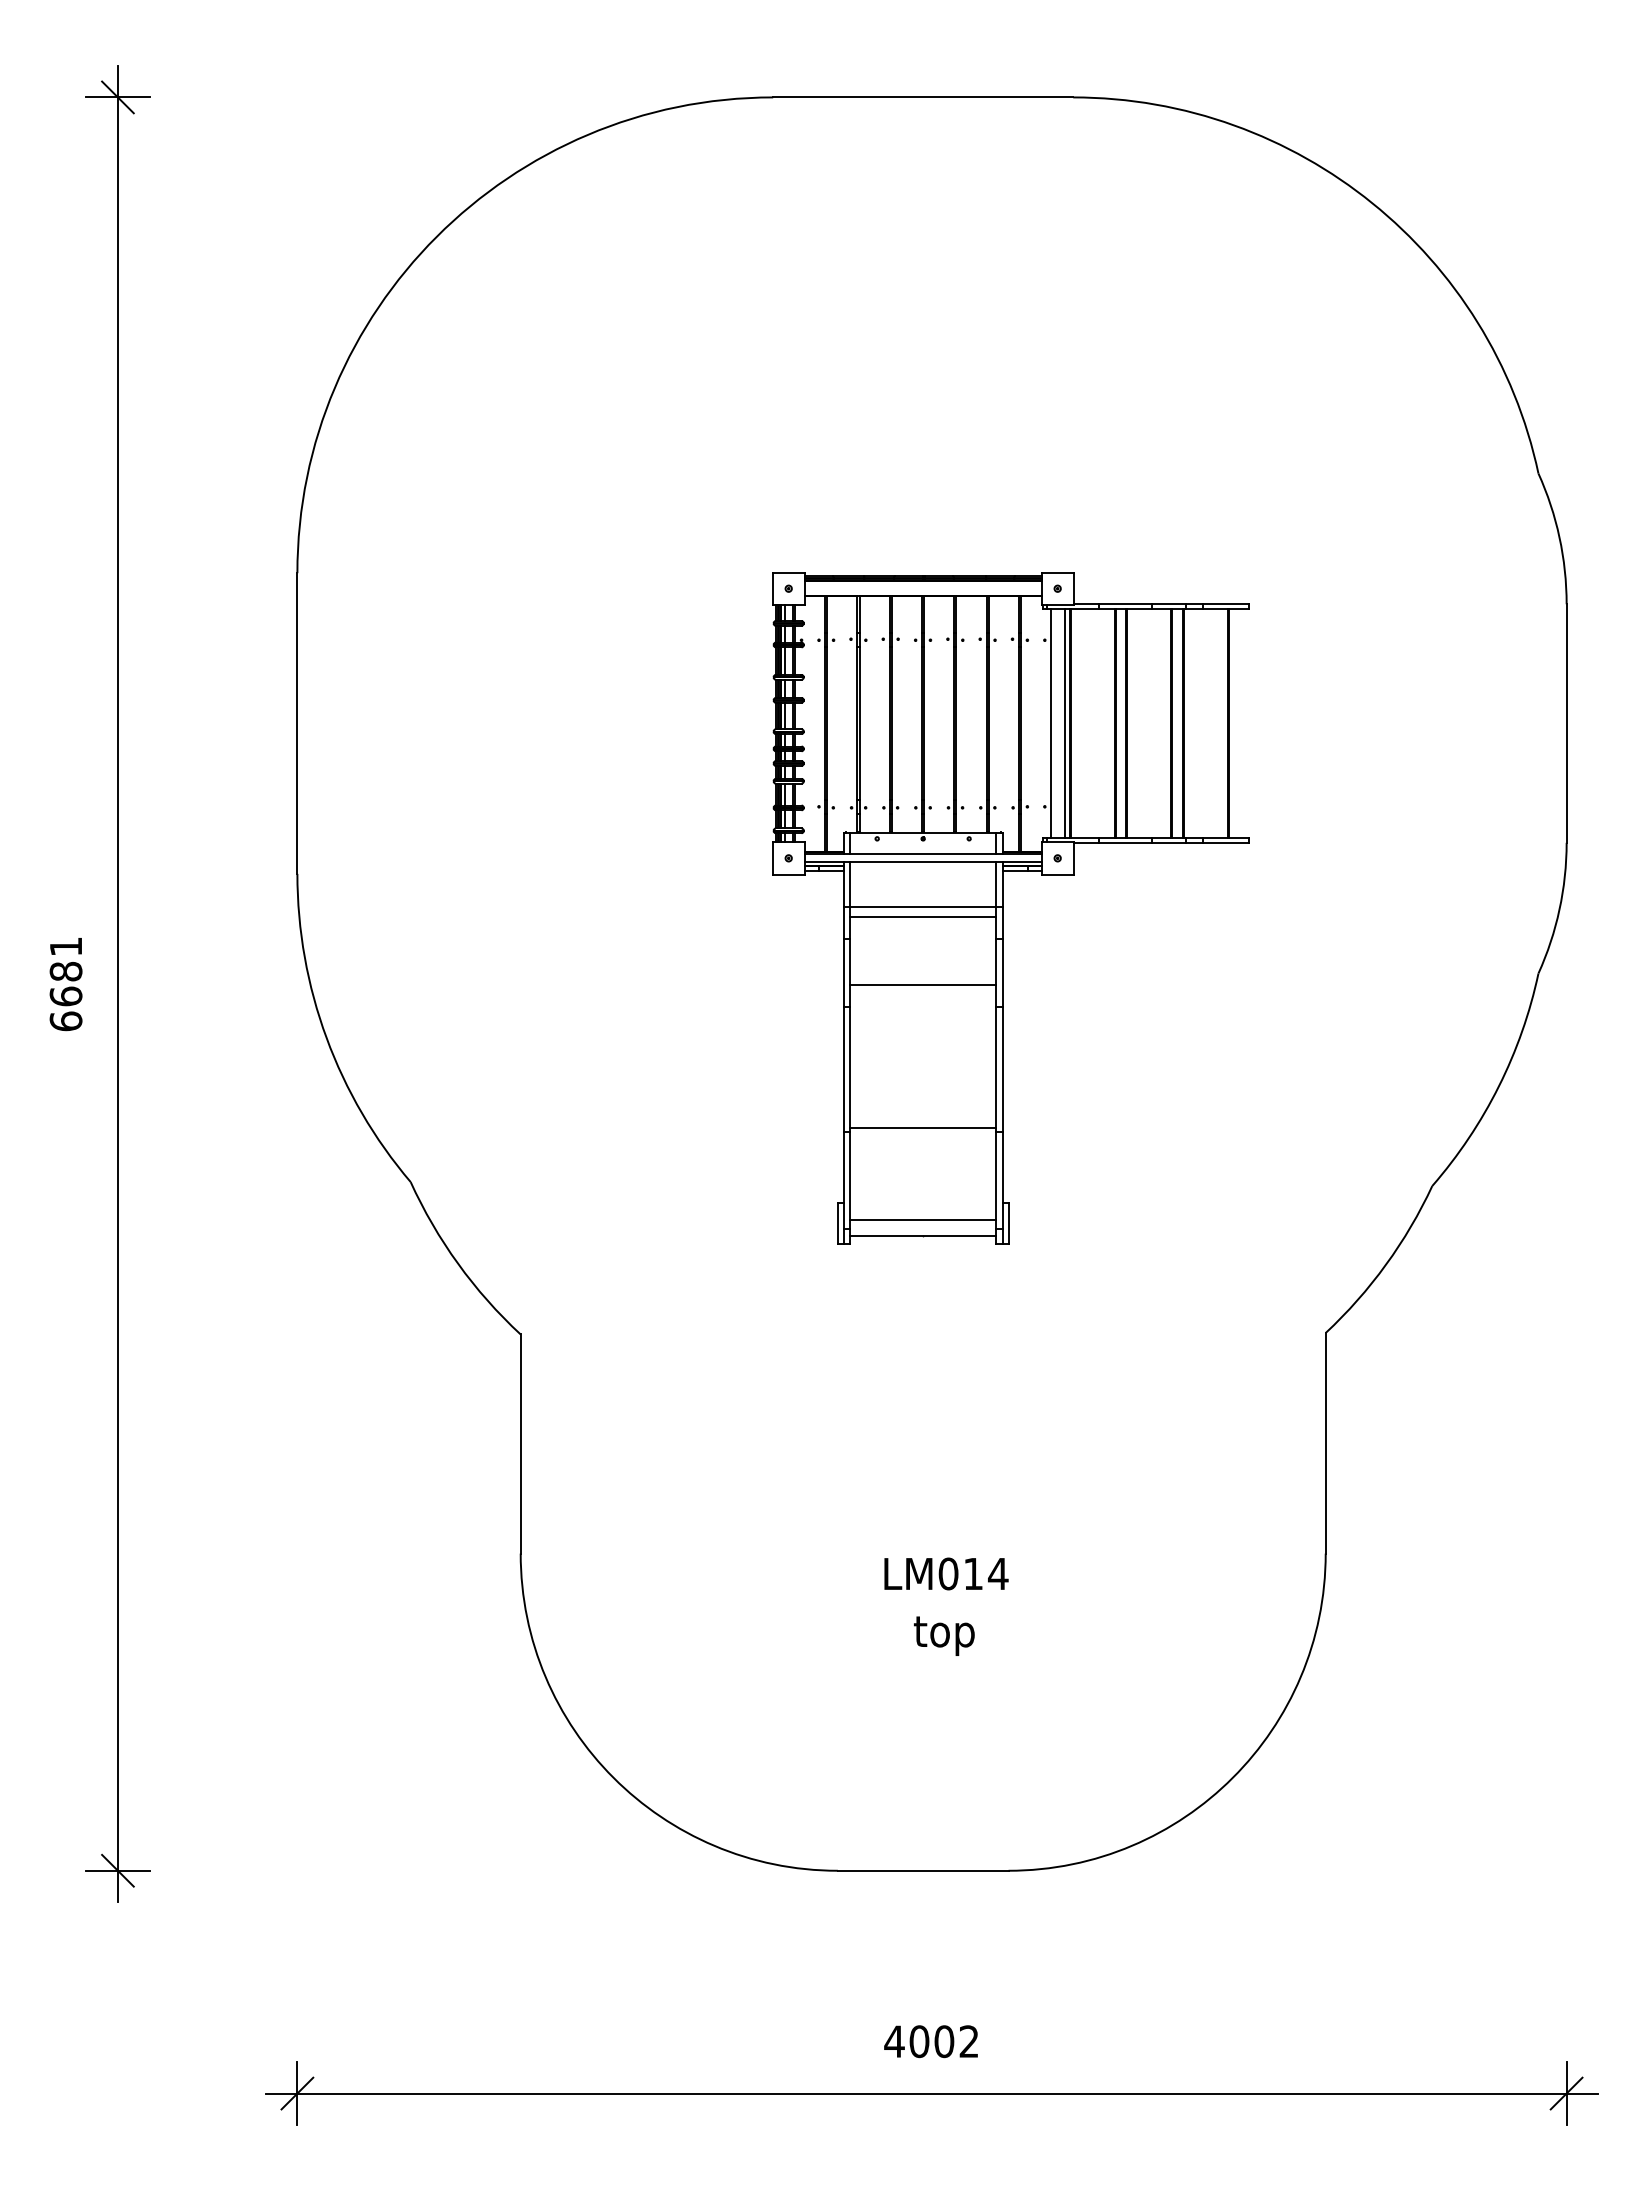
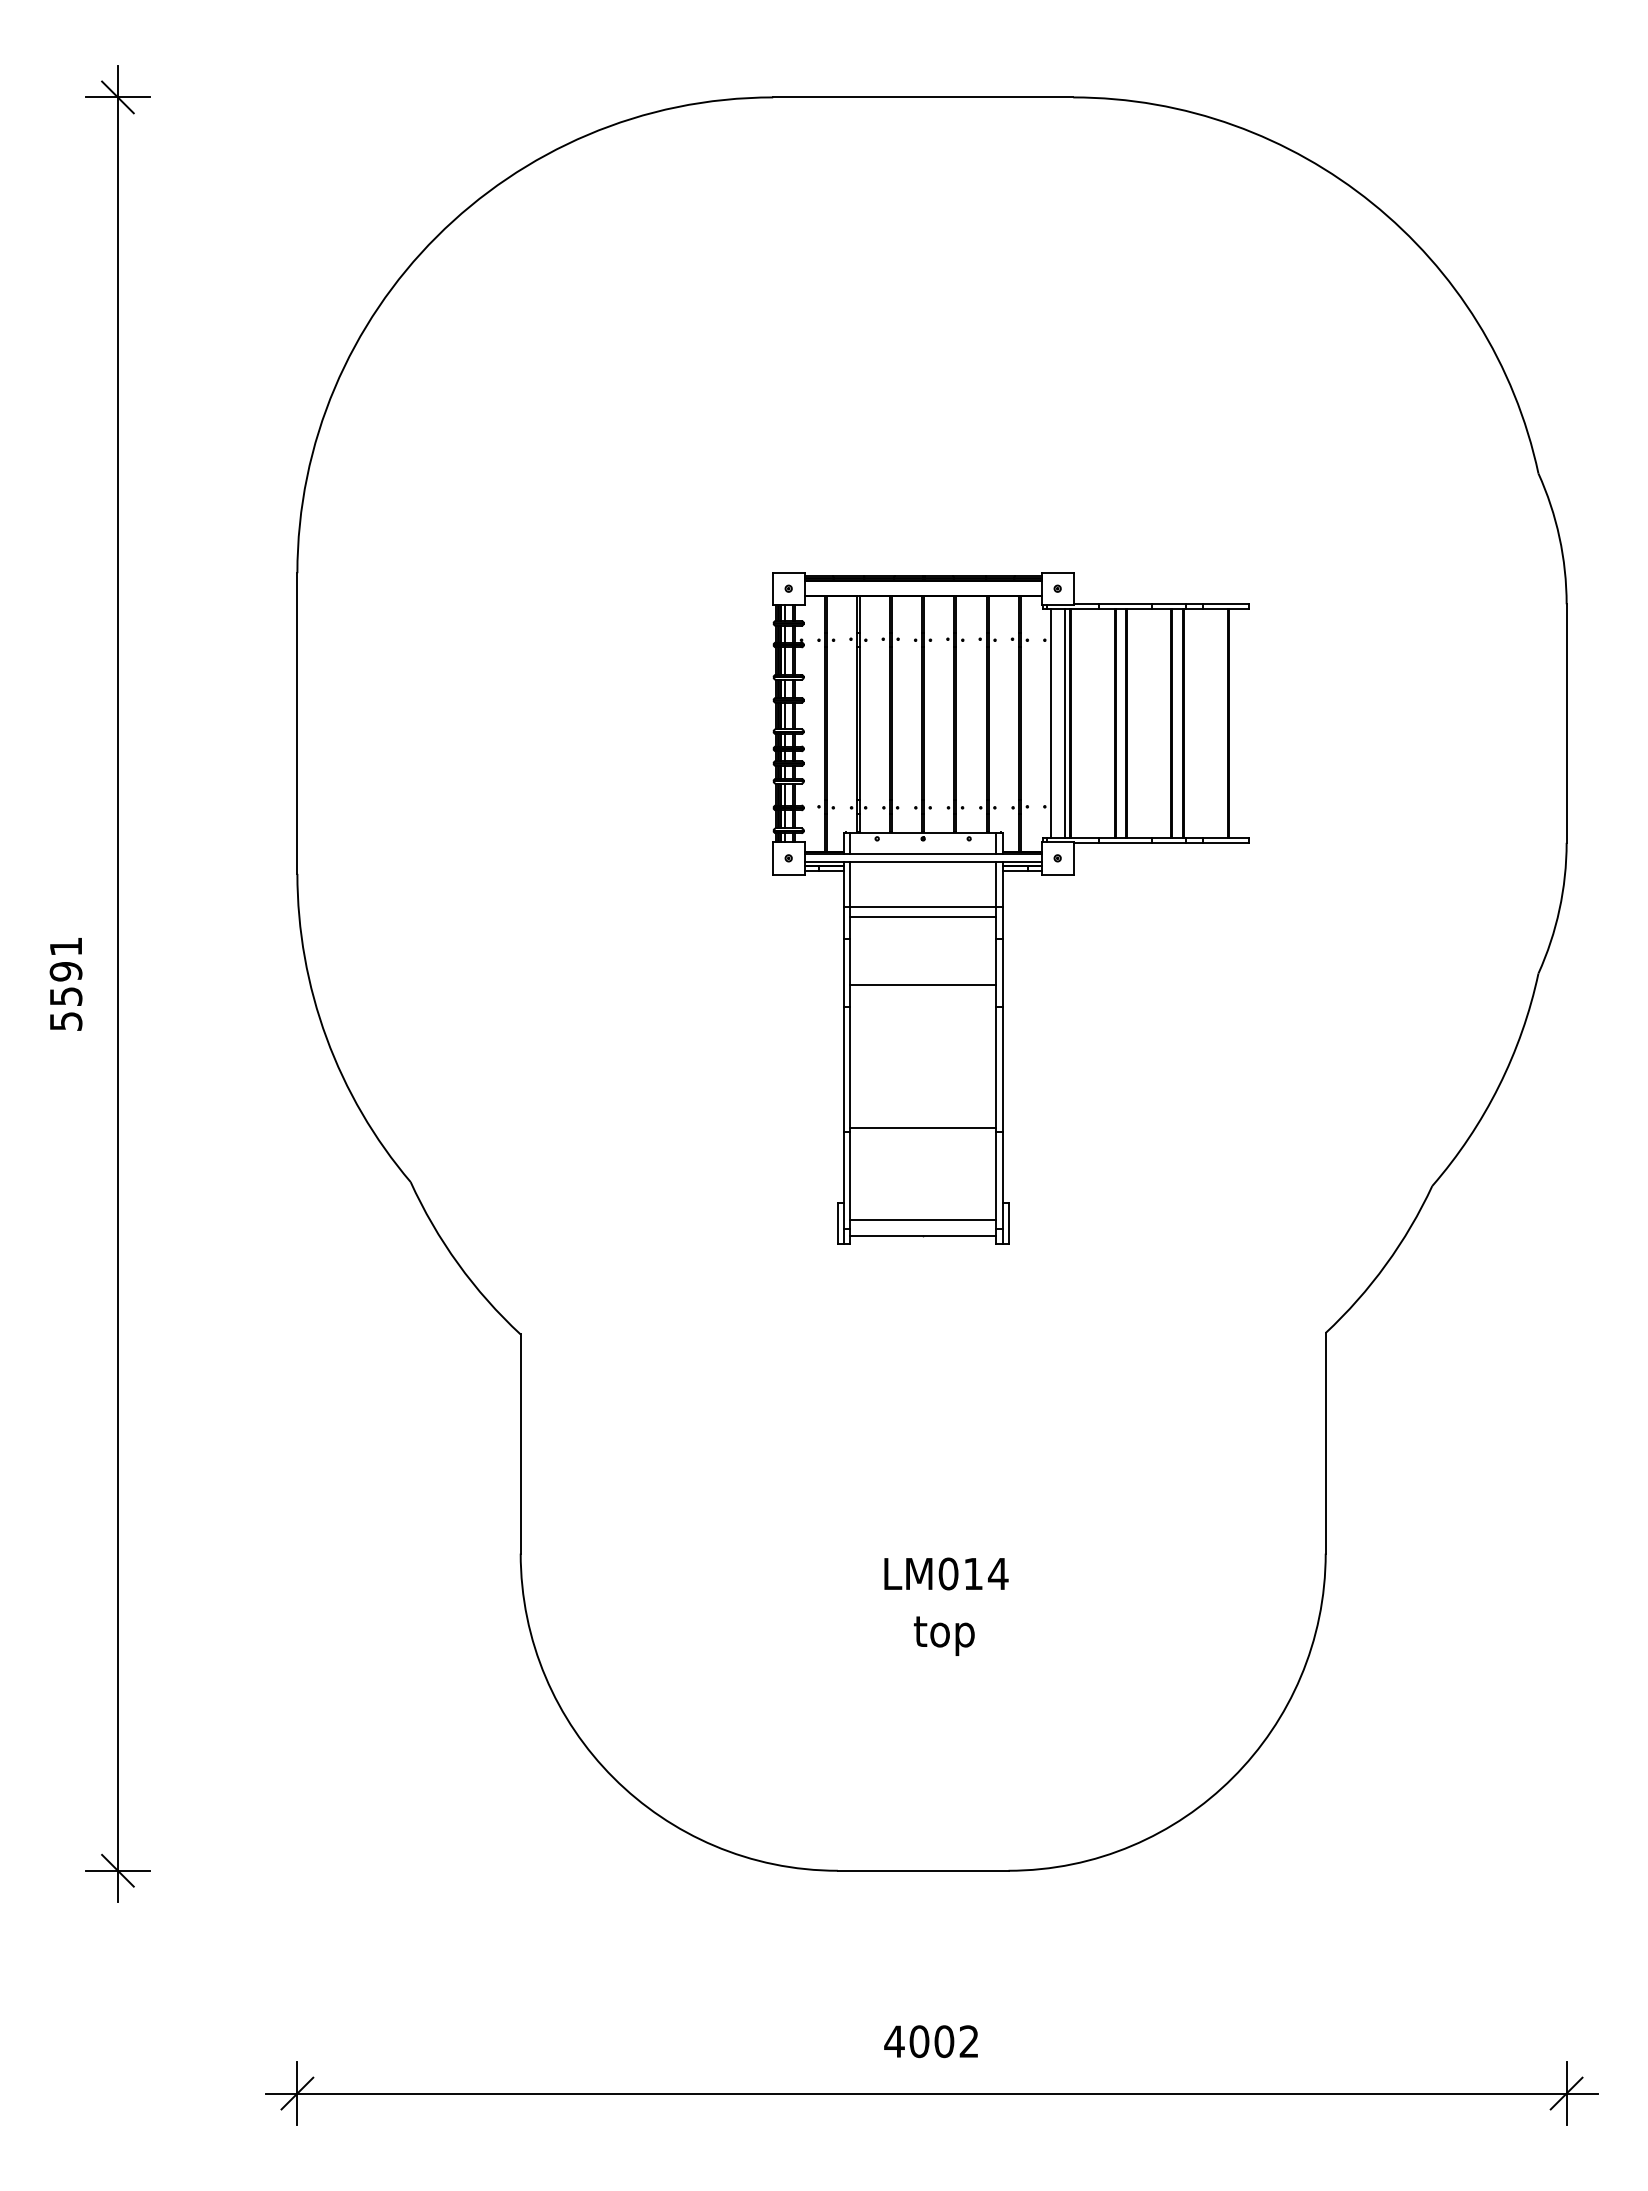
text at (65, 996): 6681 -> 5591
